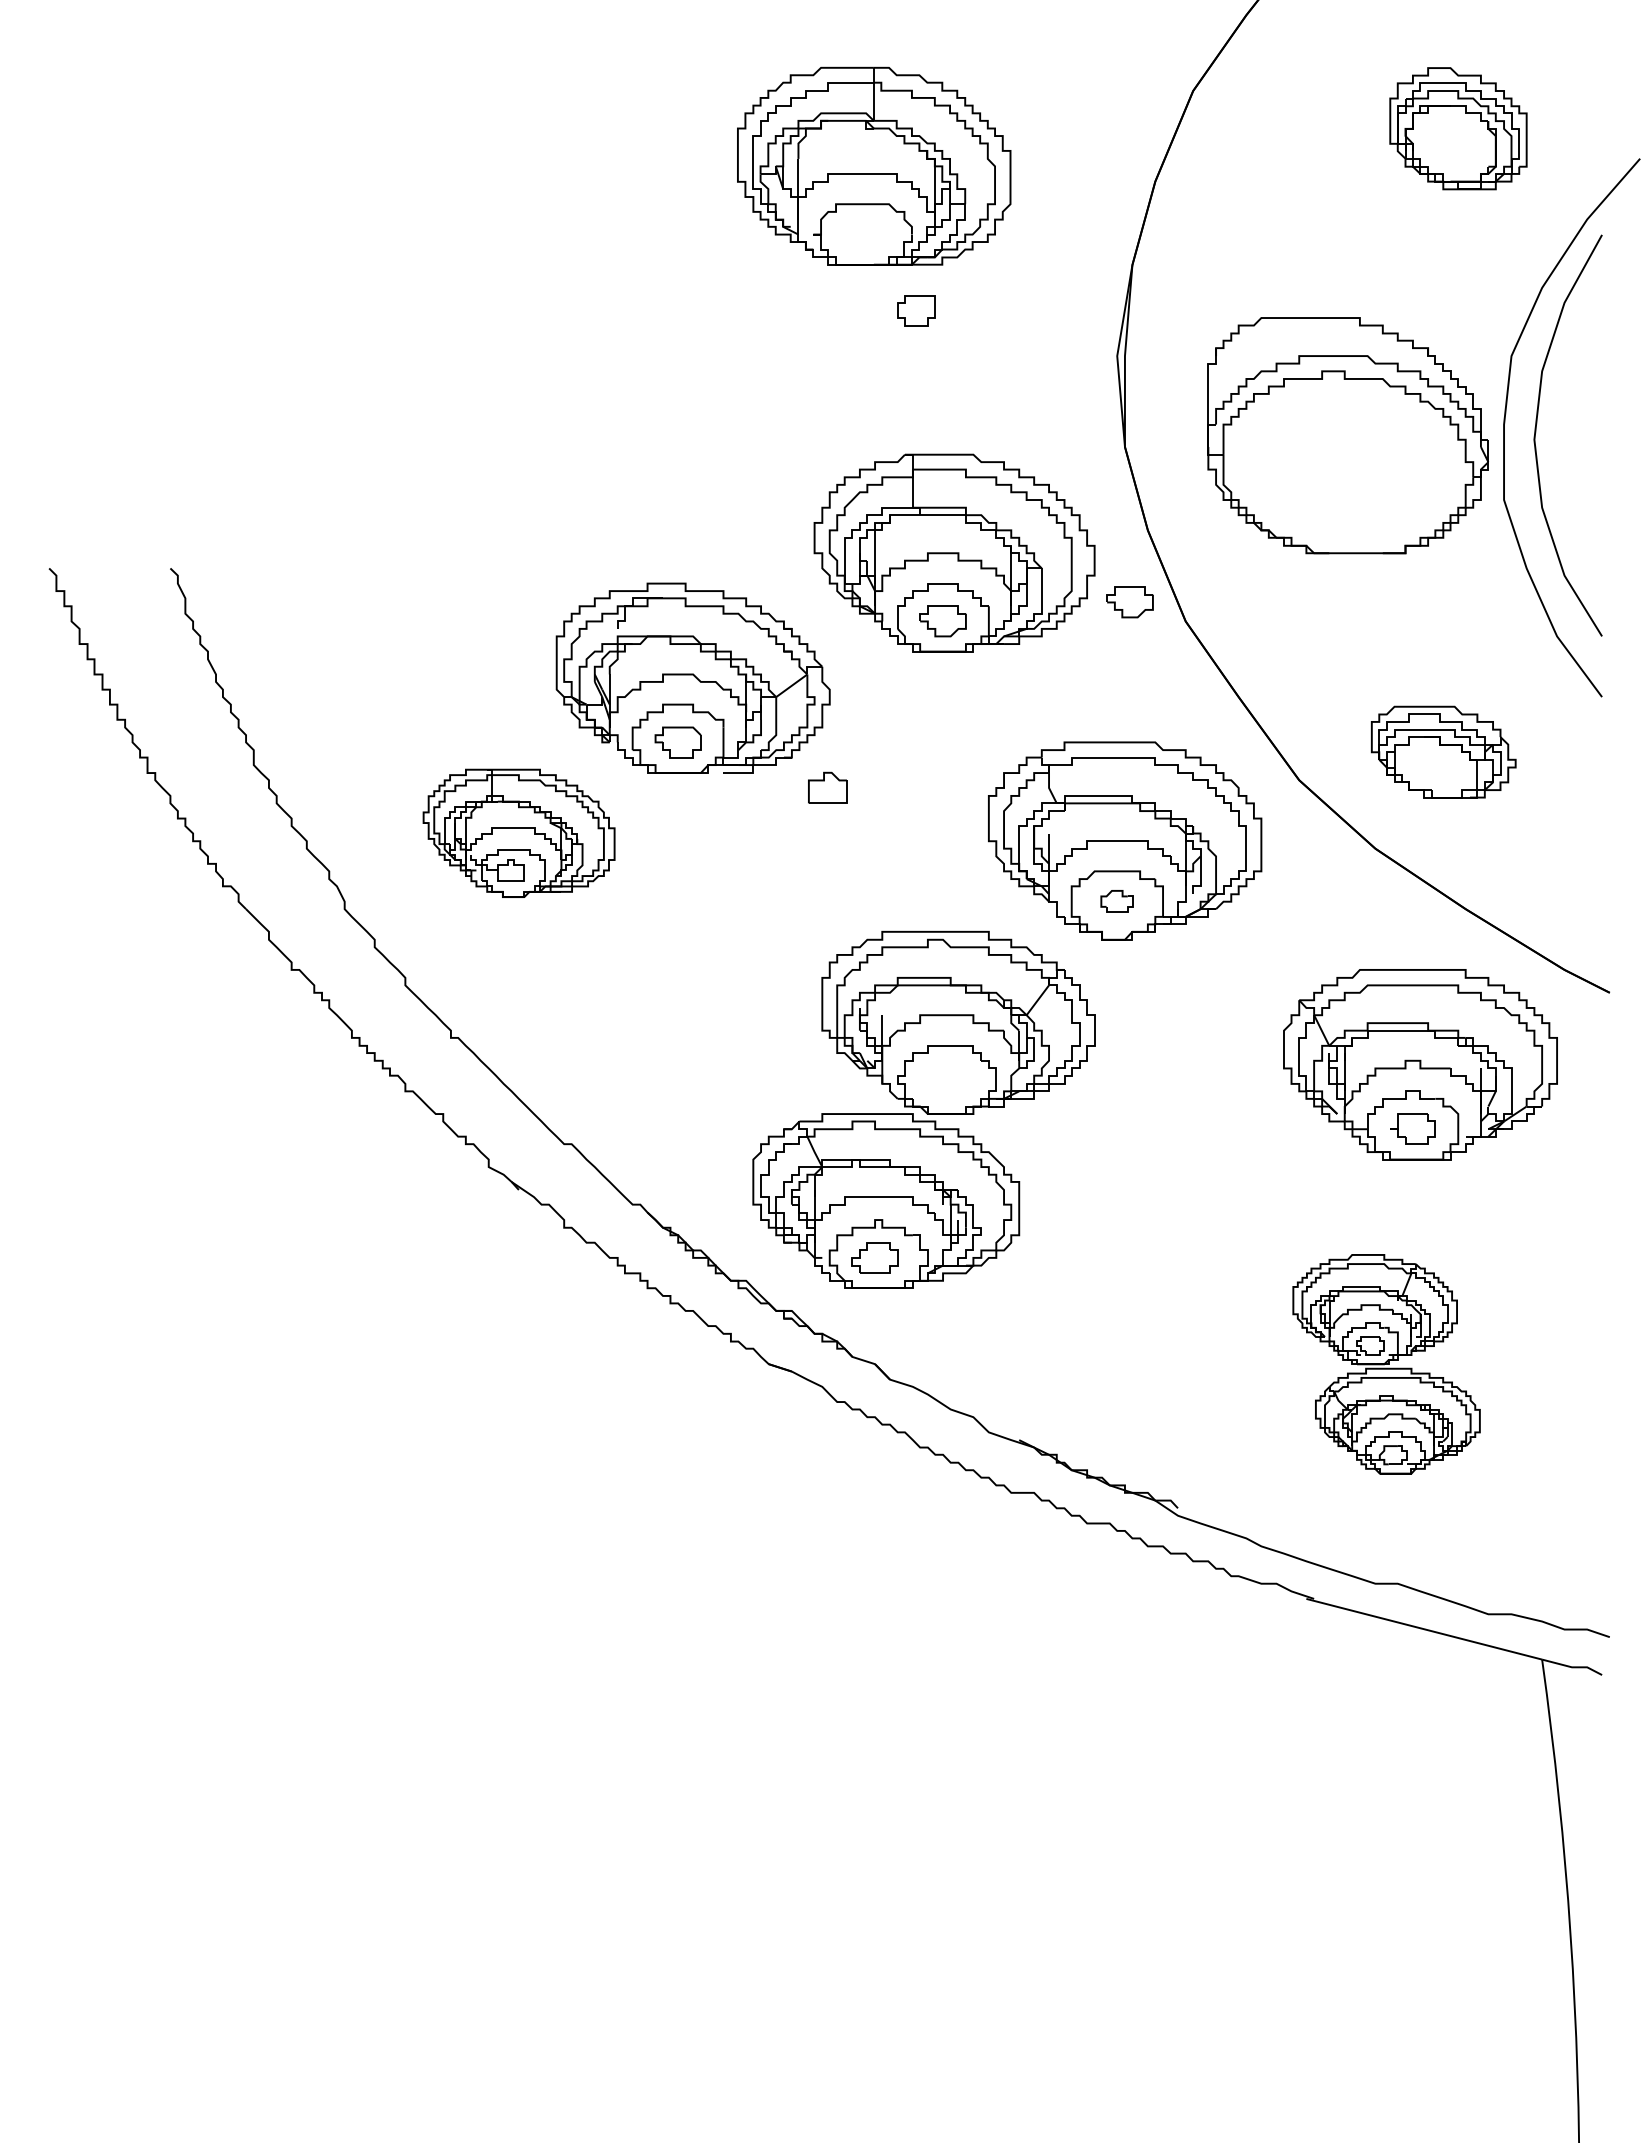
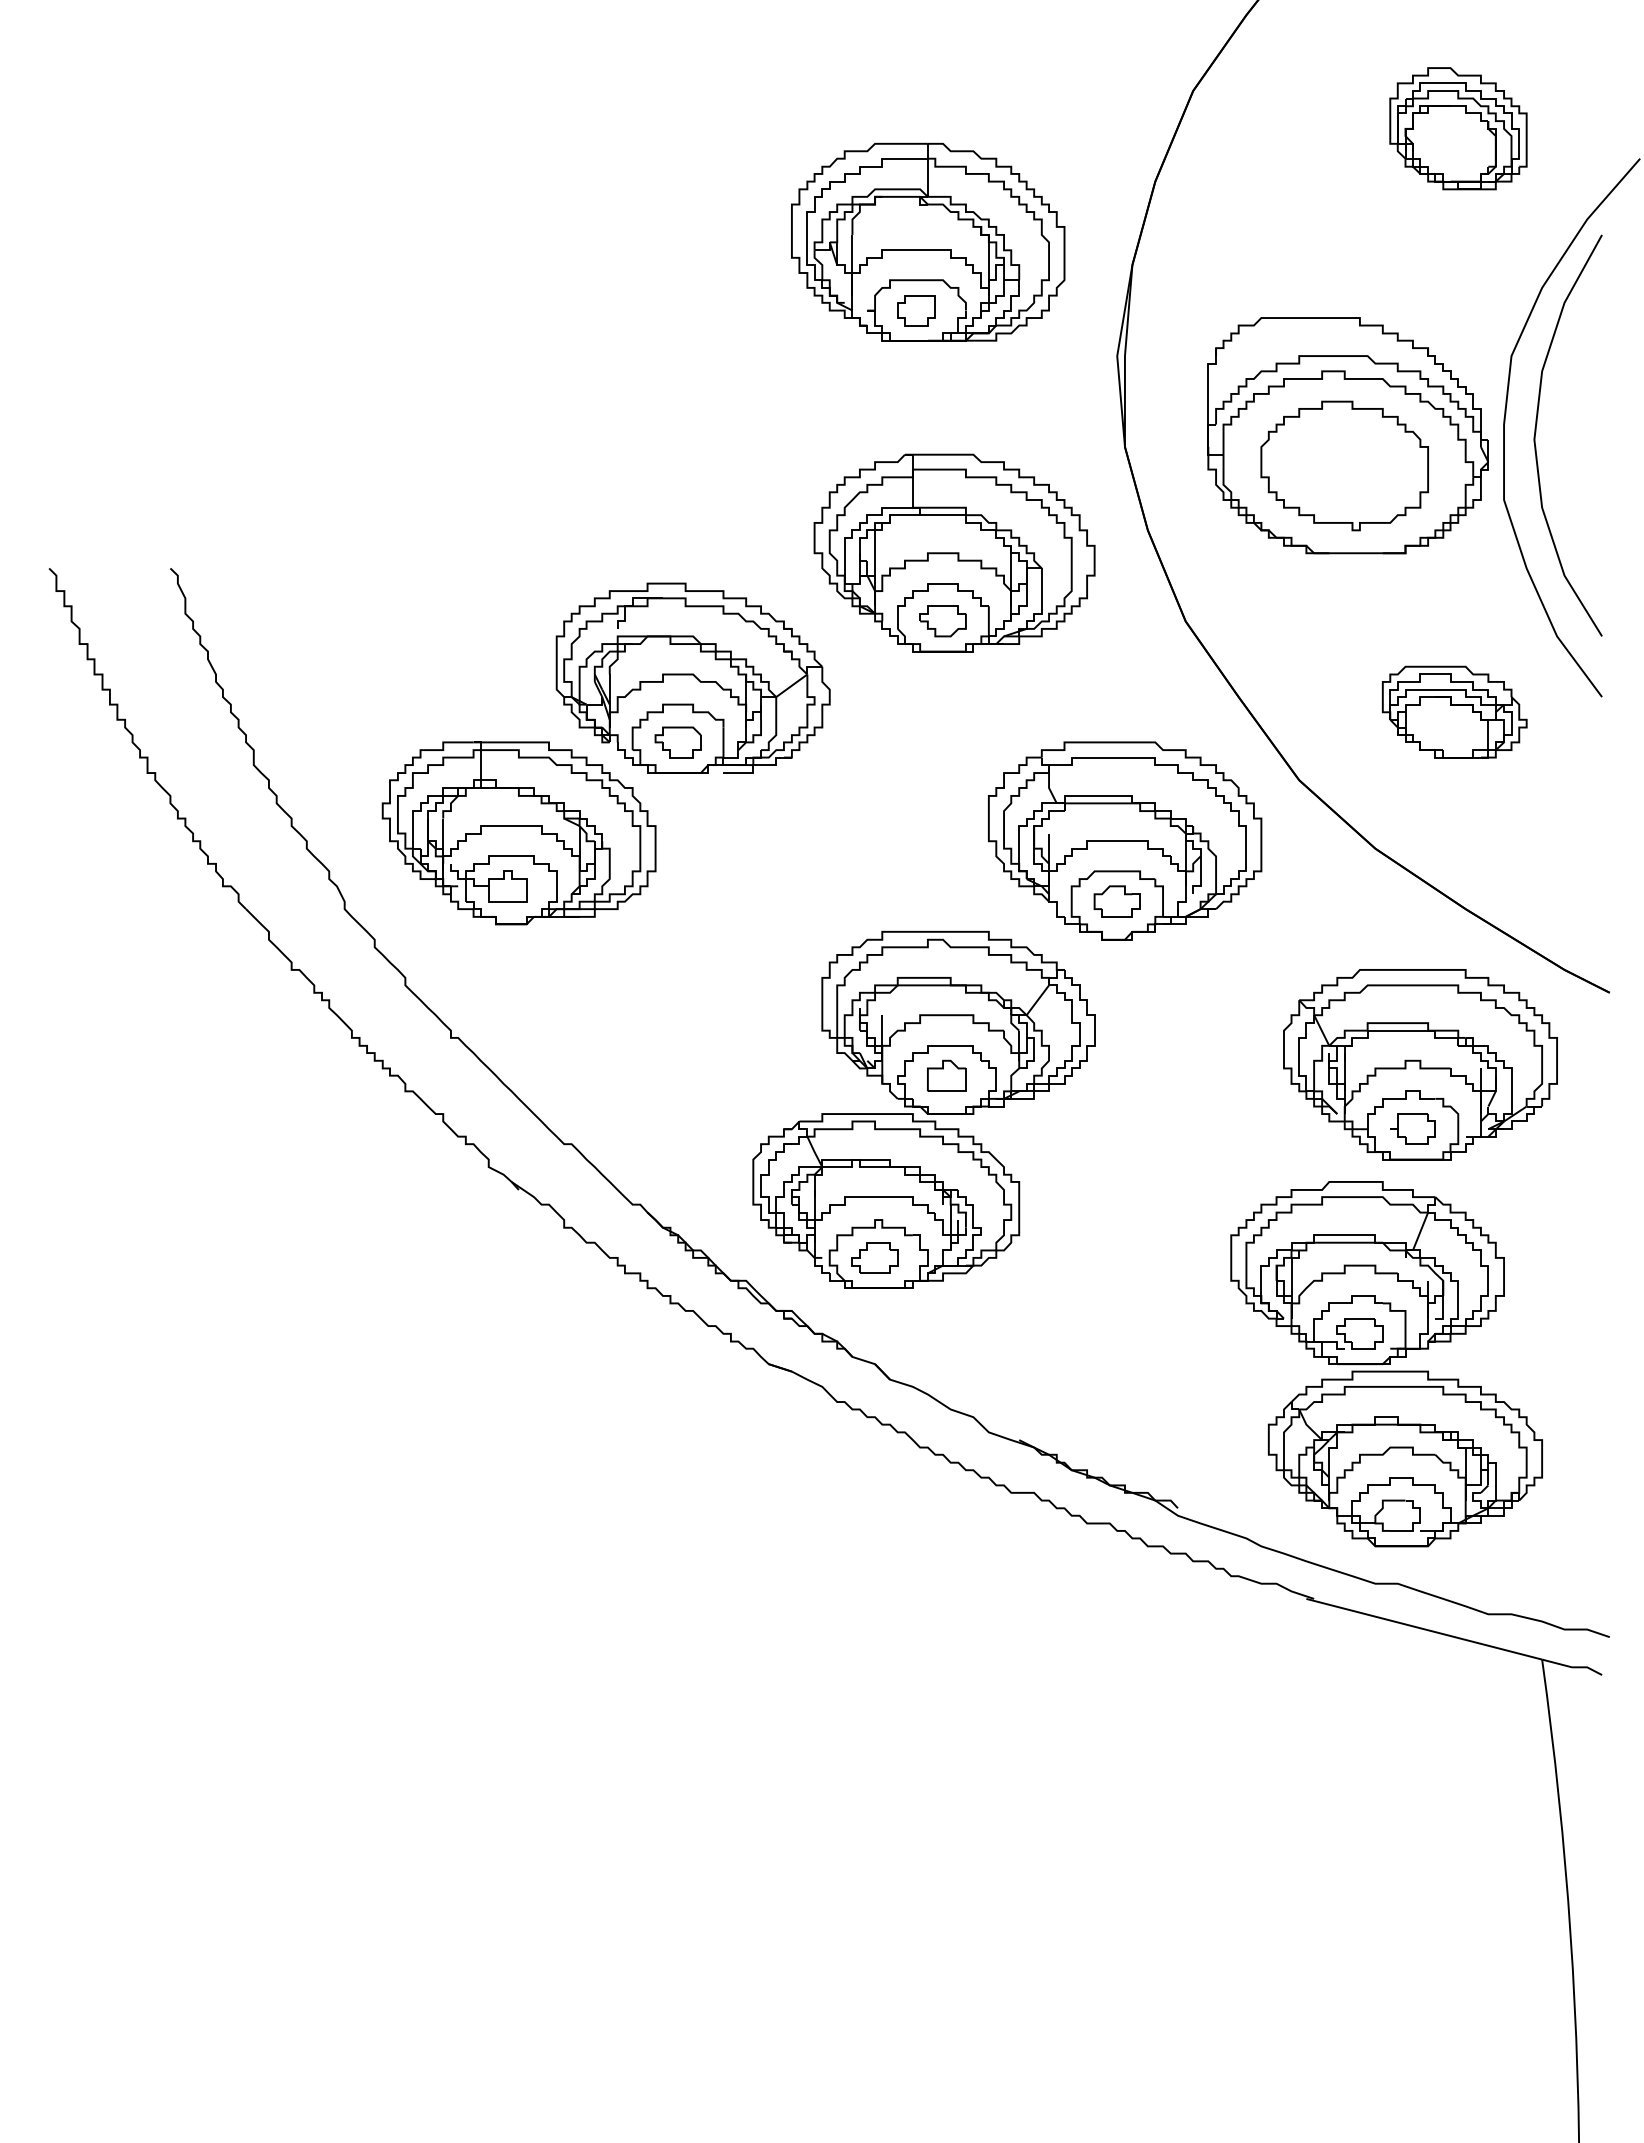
part at (874, 165) position: (874, 165) -> (928, 241)
part at (1344, 465): none -> present
part at (1129, 602): present -> none
part at (1443, 751) position: (1443, 751) -> (1454, 711)
part at (827, 787) position: (827, 787) -> (946, 1075)
part at (518, 832) size: 194x130 px -> 276x185 px
part at (1116, 901) size: 34x23 px -> 48x33 px
part at (1386, 1364) size: 189x221 px -> 313x367 px
